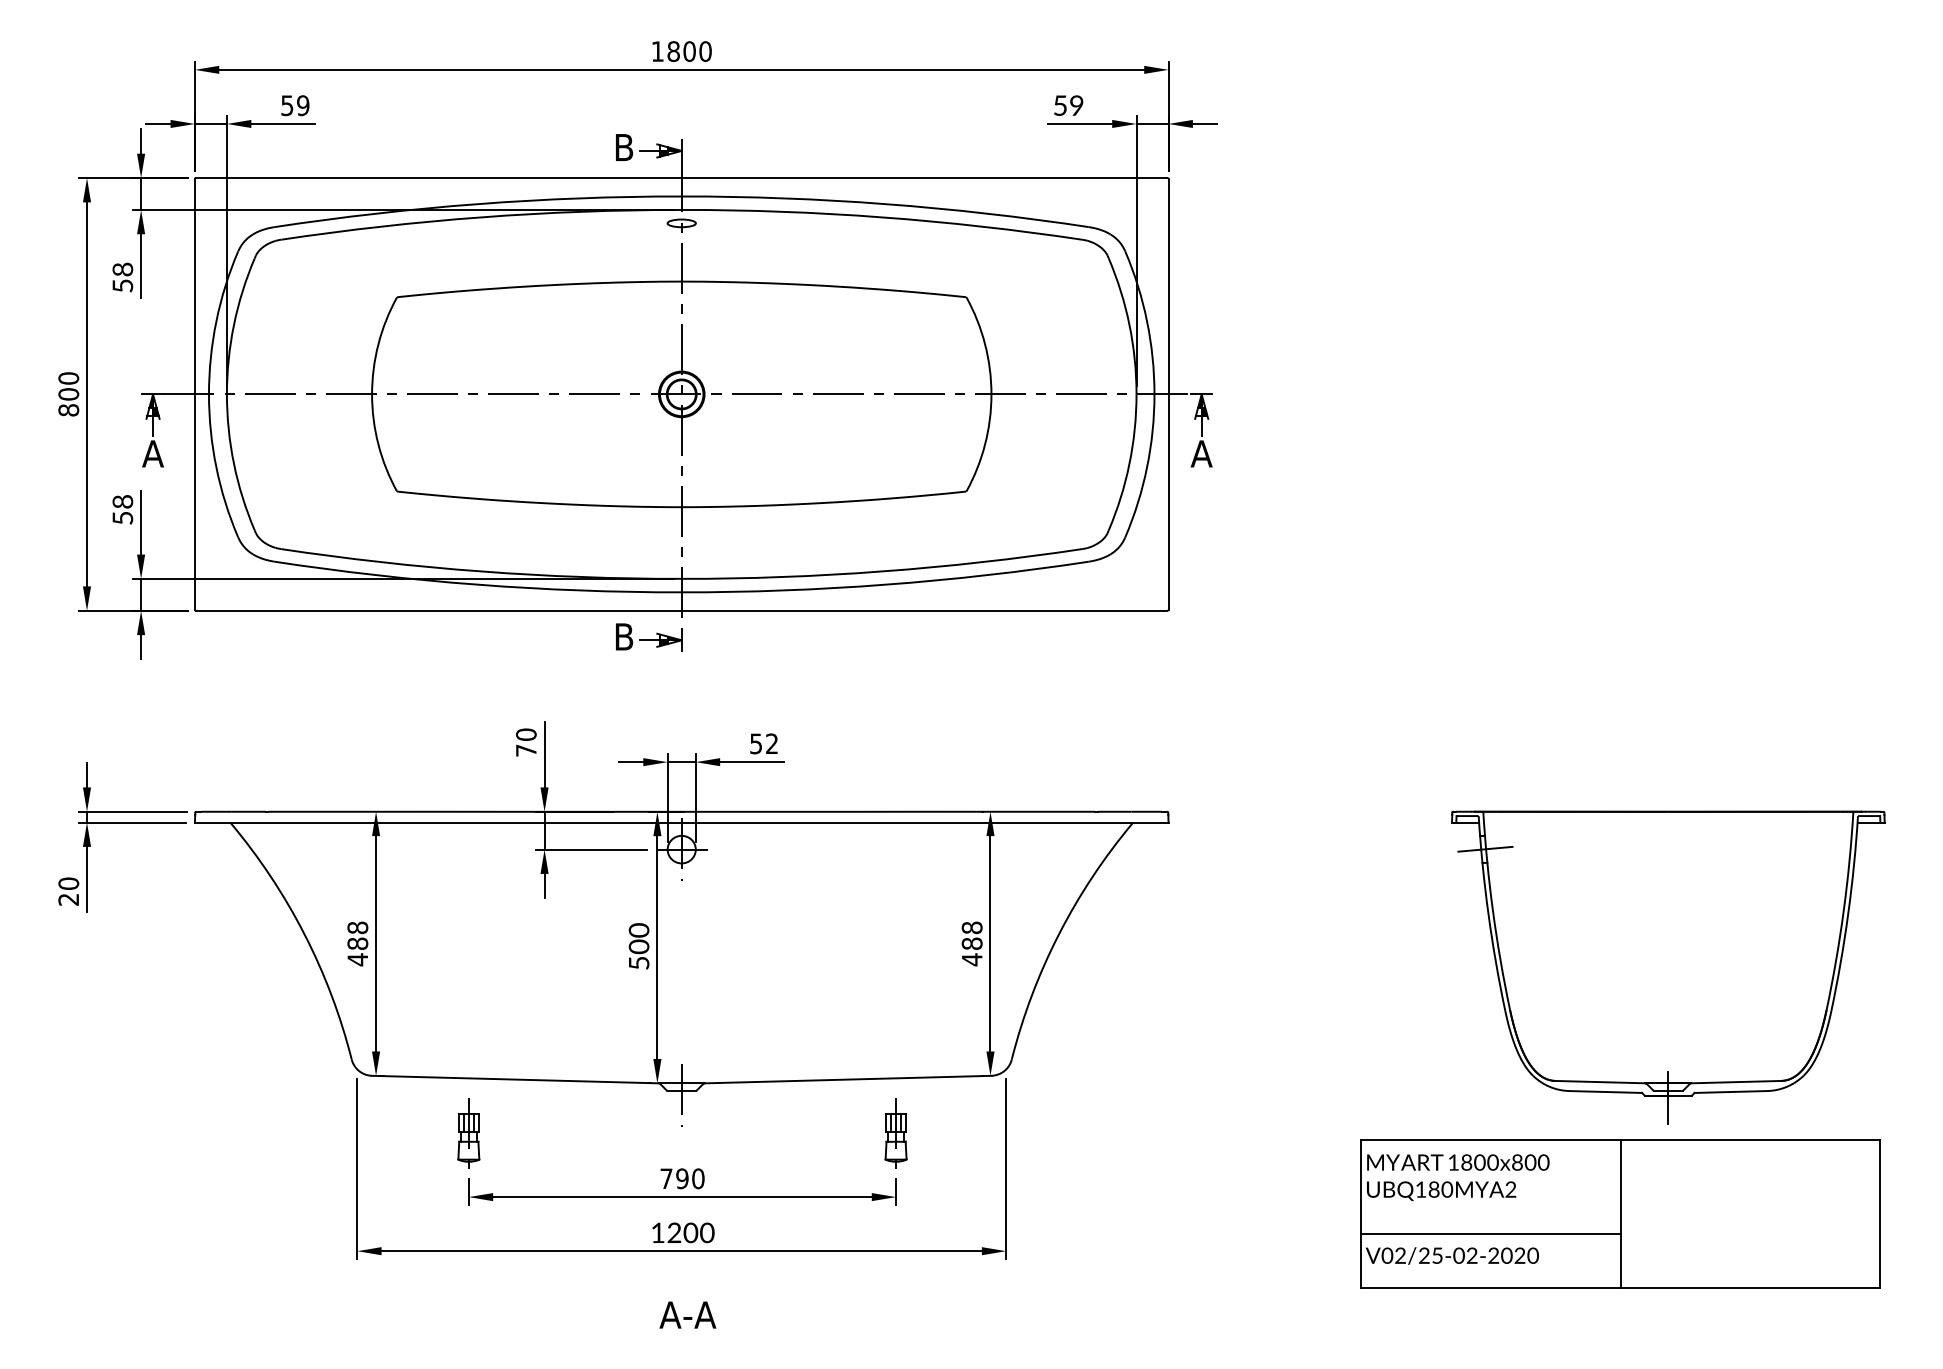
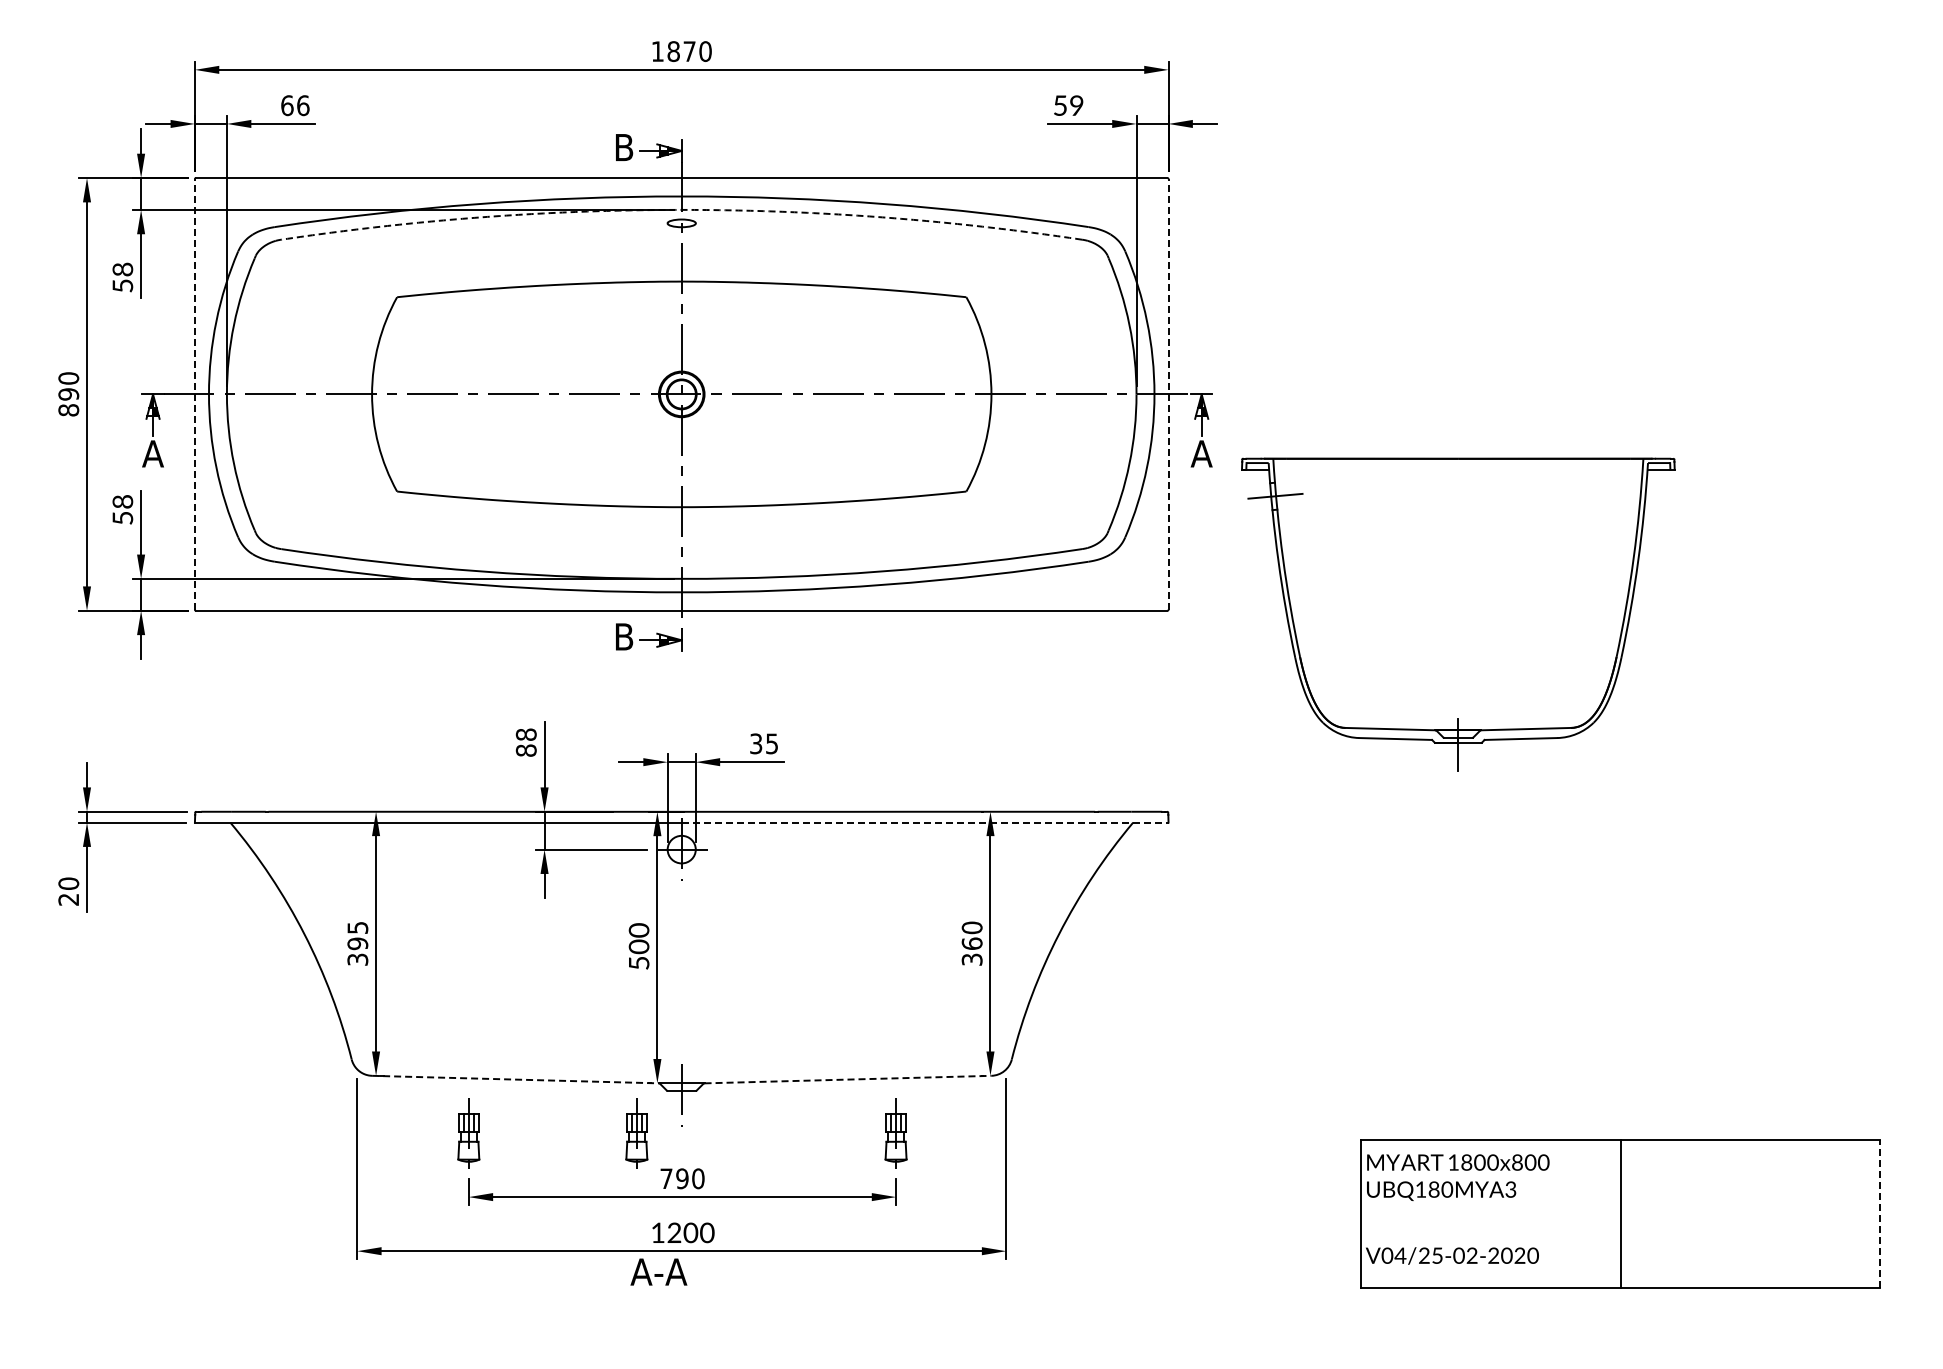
text at (689, 51): 1800 -> 1870
text at (295, 105): 59 -> 66
arc at (681, 209): solid -> dashed
line at (194, 393): solid -> dashed
line at (1168, 393): solid -> dashed
text at (68, 394): 800 -> 890
text at (525, 742): 70 -> 88
text at (763, 743): 52 -> 35
line at (925, 822): solid -> dashed
text at (357, 943): 488 -> 395
text at (971, 943): 488 -> 360
part at (1668, 967) position: (1668, 967) -> (1458, 614)
line at (516, 1079): solid -> dashed
line at (848, 1079): solid -> dashed
part at (636, 1133): none -> present
text at (1510, 1191): UBQ180MYA2 -> UBQ180MYA3
line at (1880, 1213): solid -> dashed
line at (1490, 1233): present -> none
text at (1400, 1255): V02/ -> V04/
text at (687, 1314) position: (687, 1314) -> (658, 1271)
